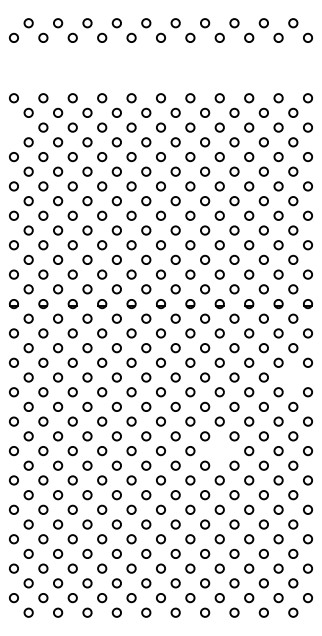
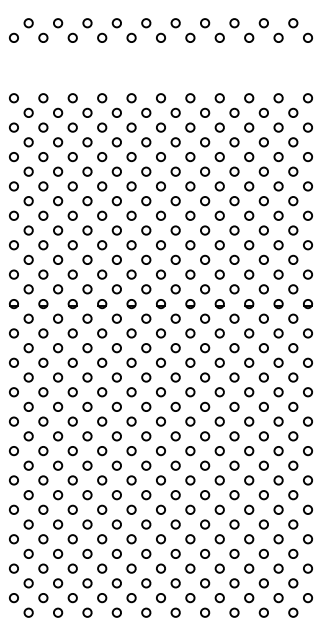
circle at (13, 127): none -> present
circle at (293, 377): none -> present
circle at (219, 451): none -> present
